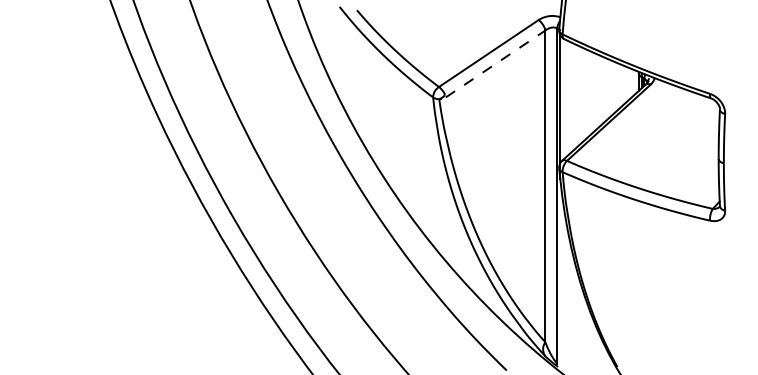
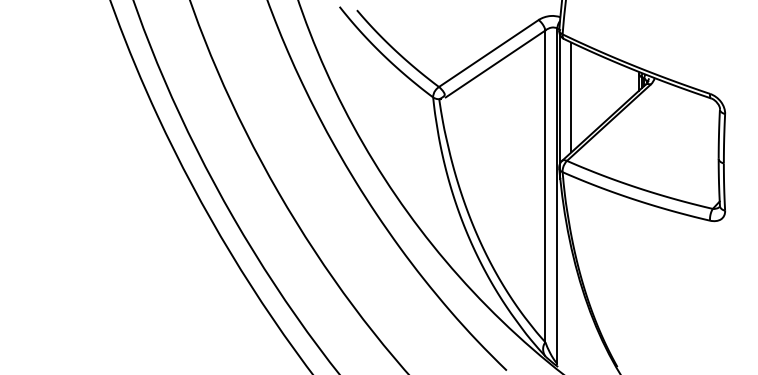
line at (496, 63): dashed -> solid
line at (571, 97): none -> present
